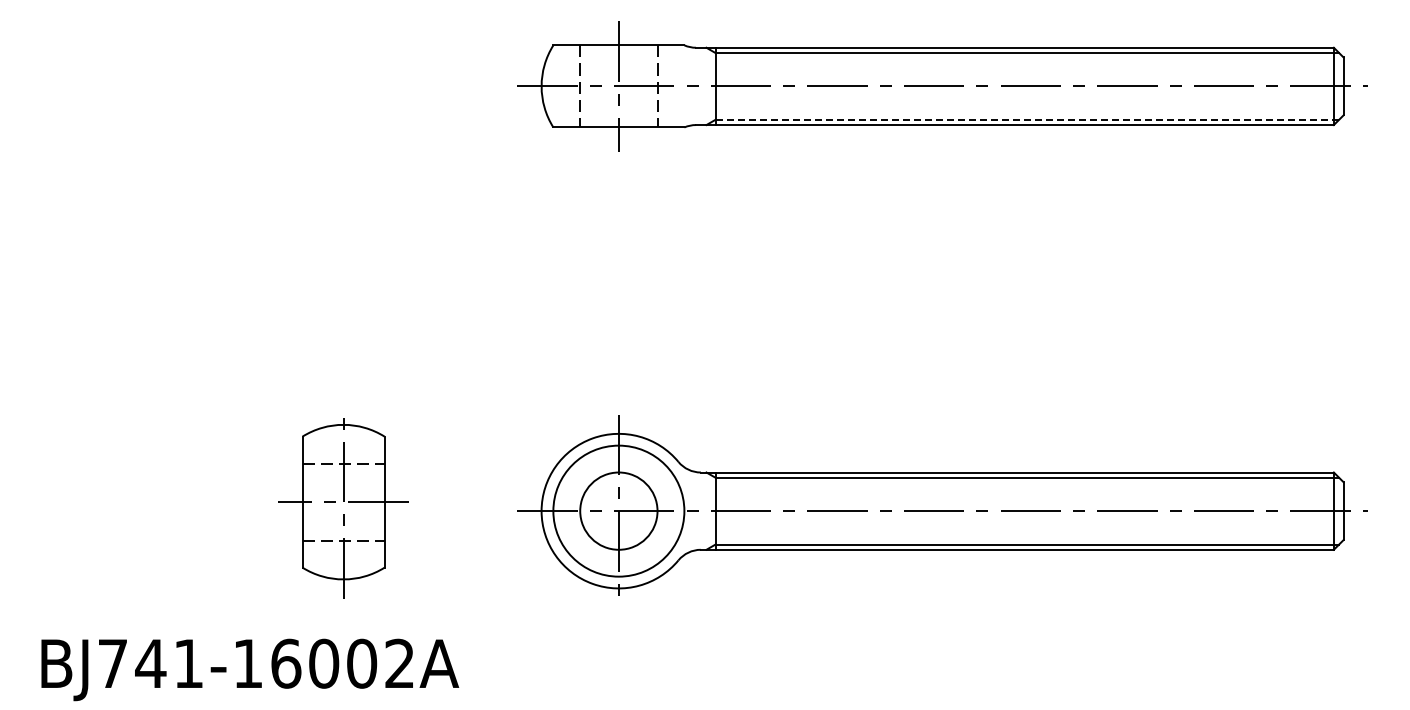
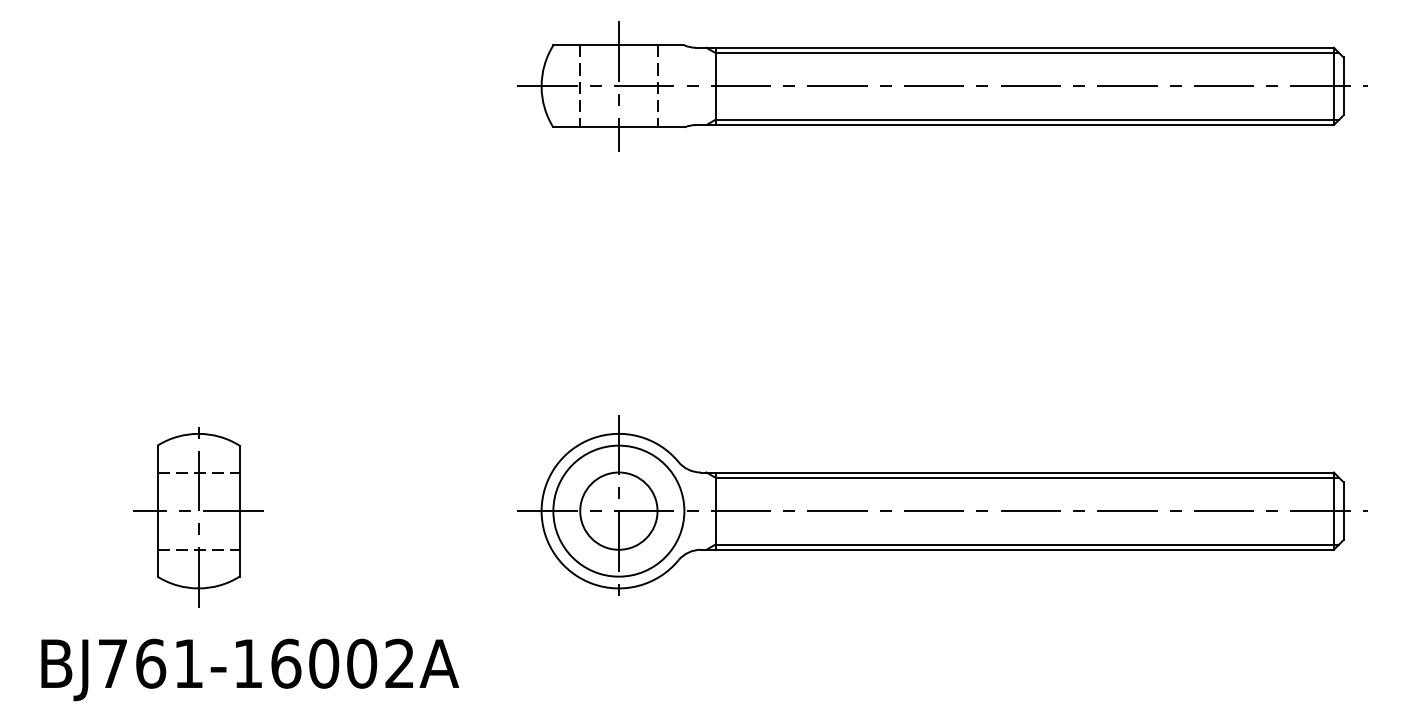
line at (1027, 119): dashed -> solid
part at (343, 508) position: (343, 508) -> (198, 517)
text at (150, 663): BJ741-16002A -> BJ761-16002A
